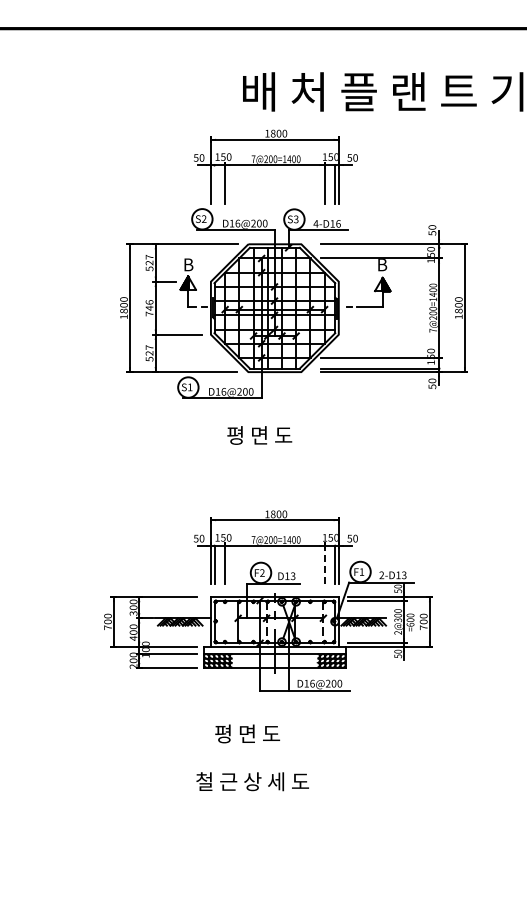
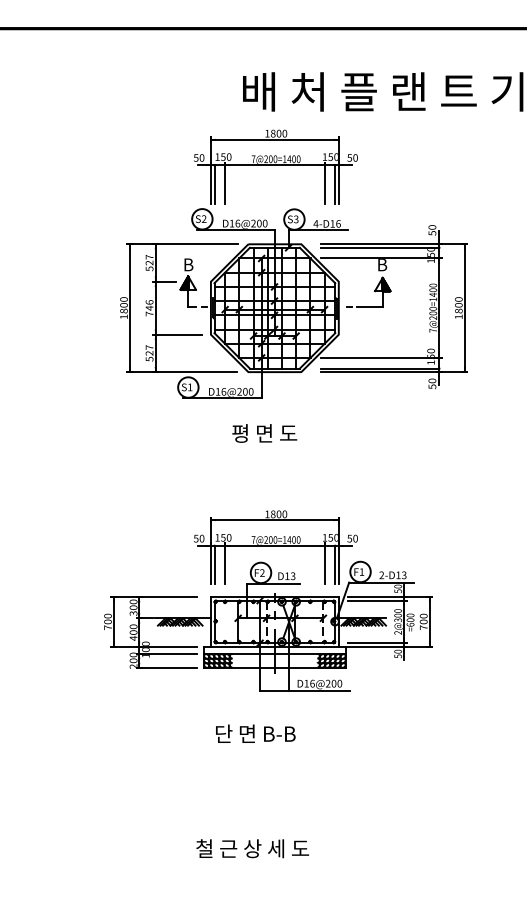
line at (214, 184): none -> present
line at (380, 247): none -> present
text at (259, 435) position: (259, 435) -> (264, 433)
line at (324, 564): dashed -> solid
text at (255, 733): 평 면 도 -> 단 면 B-B
text at (252, 781) position: (252, 781) -> (252, 848)
